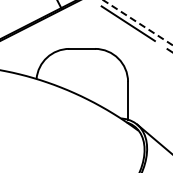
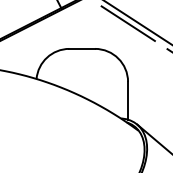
line at (138, 23): dashed -> solid
